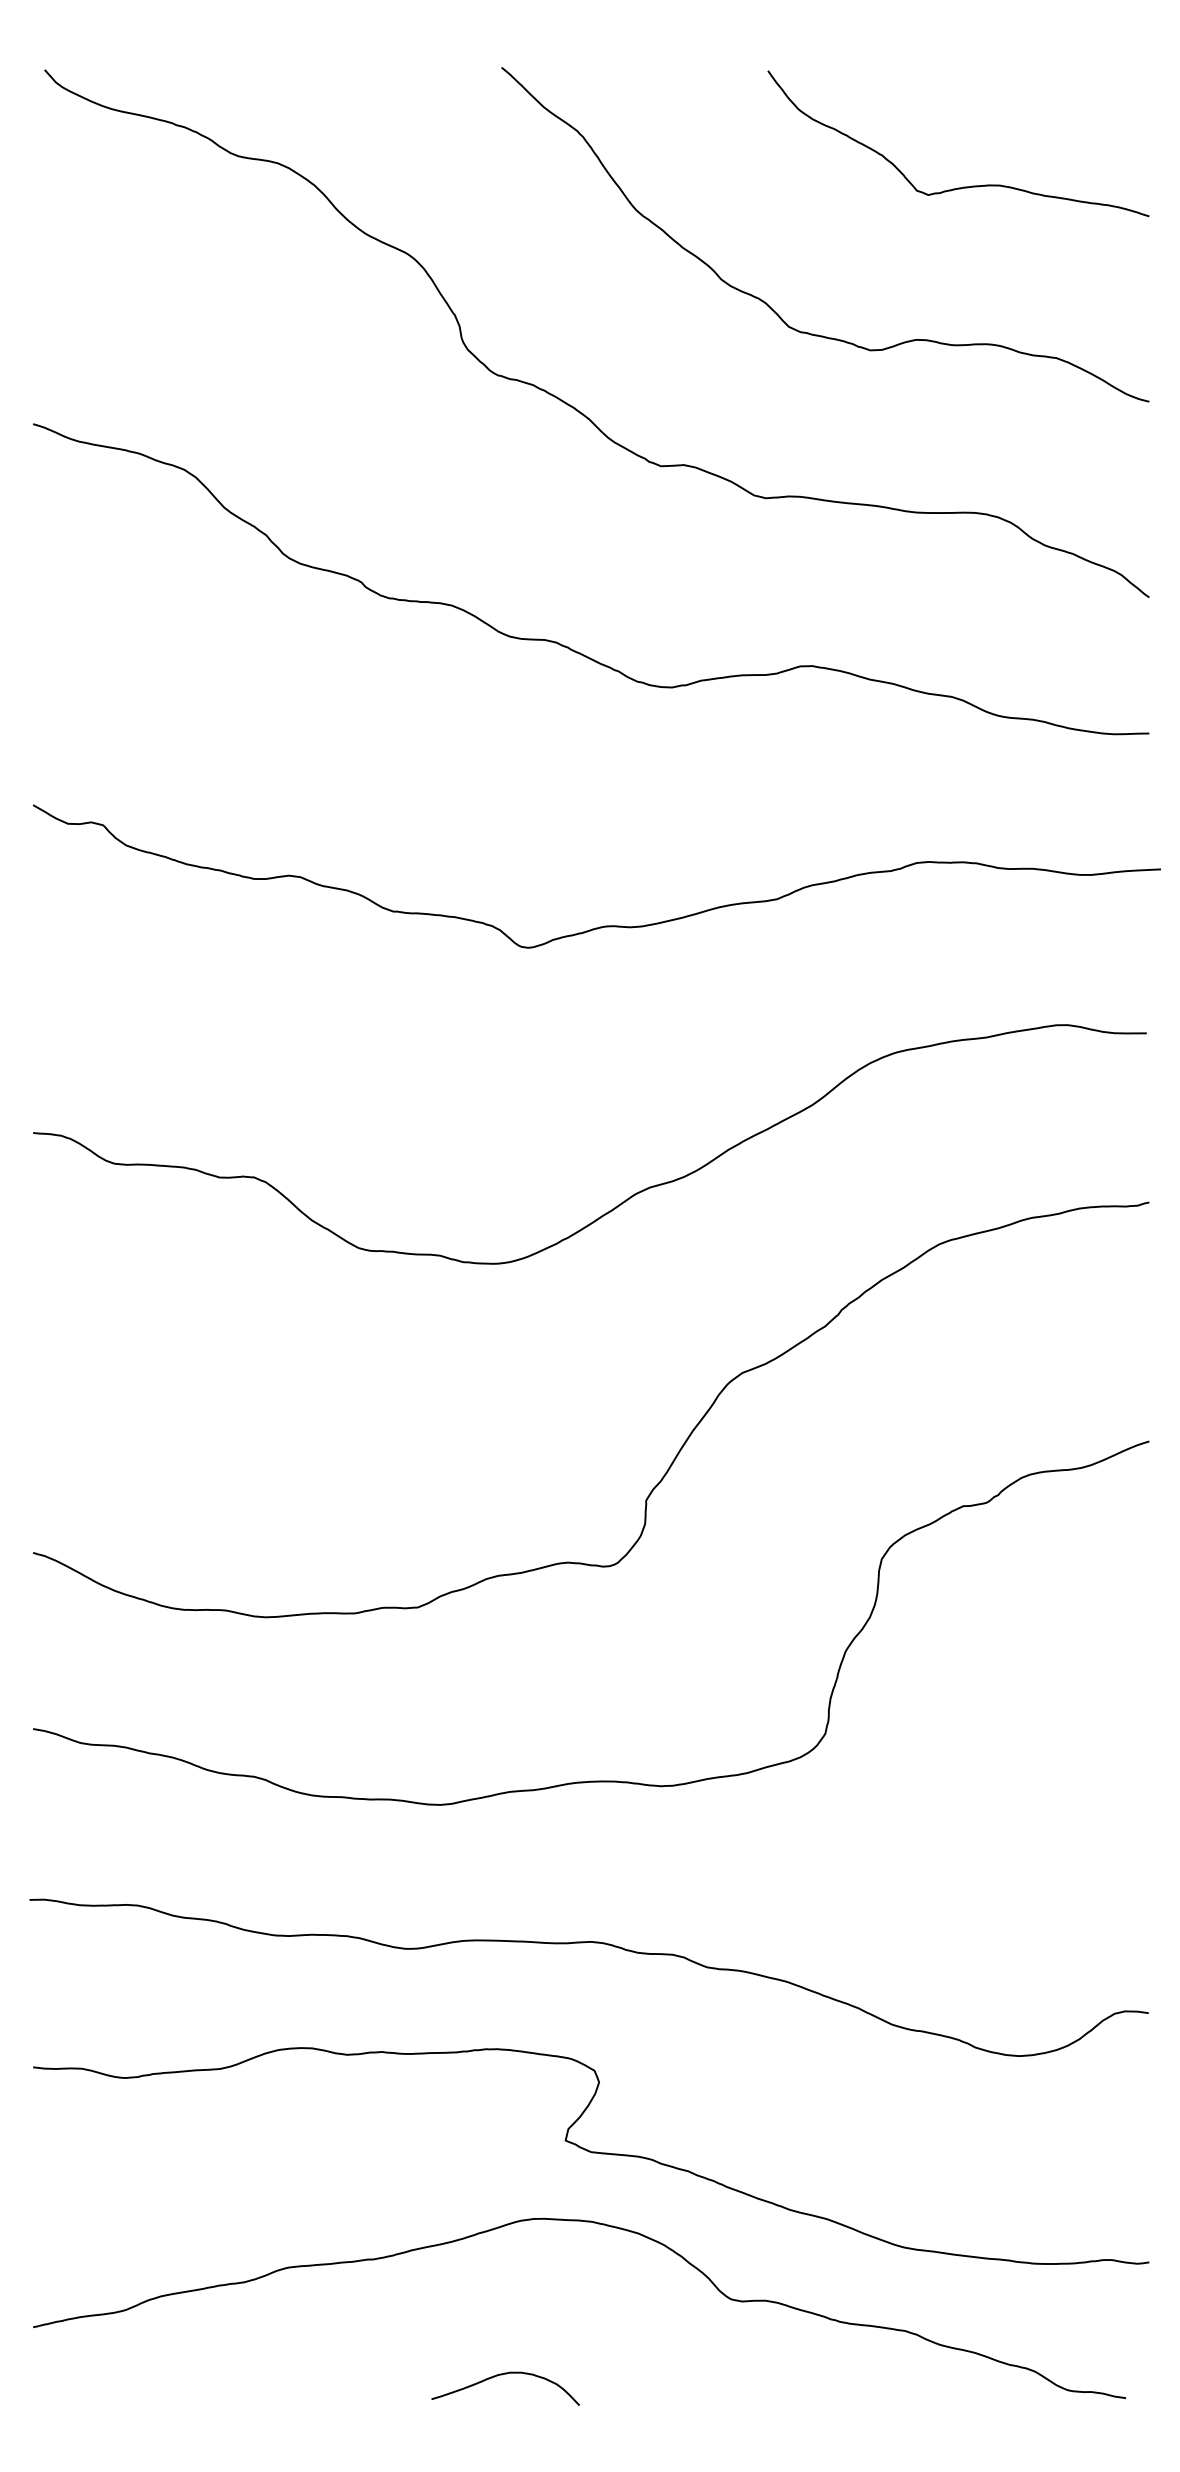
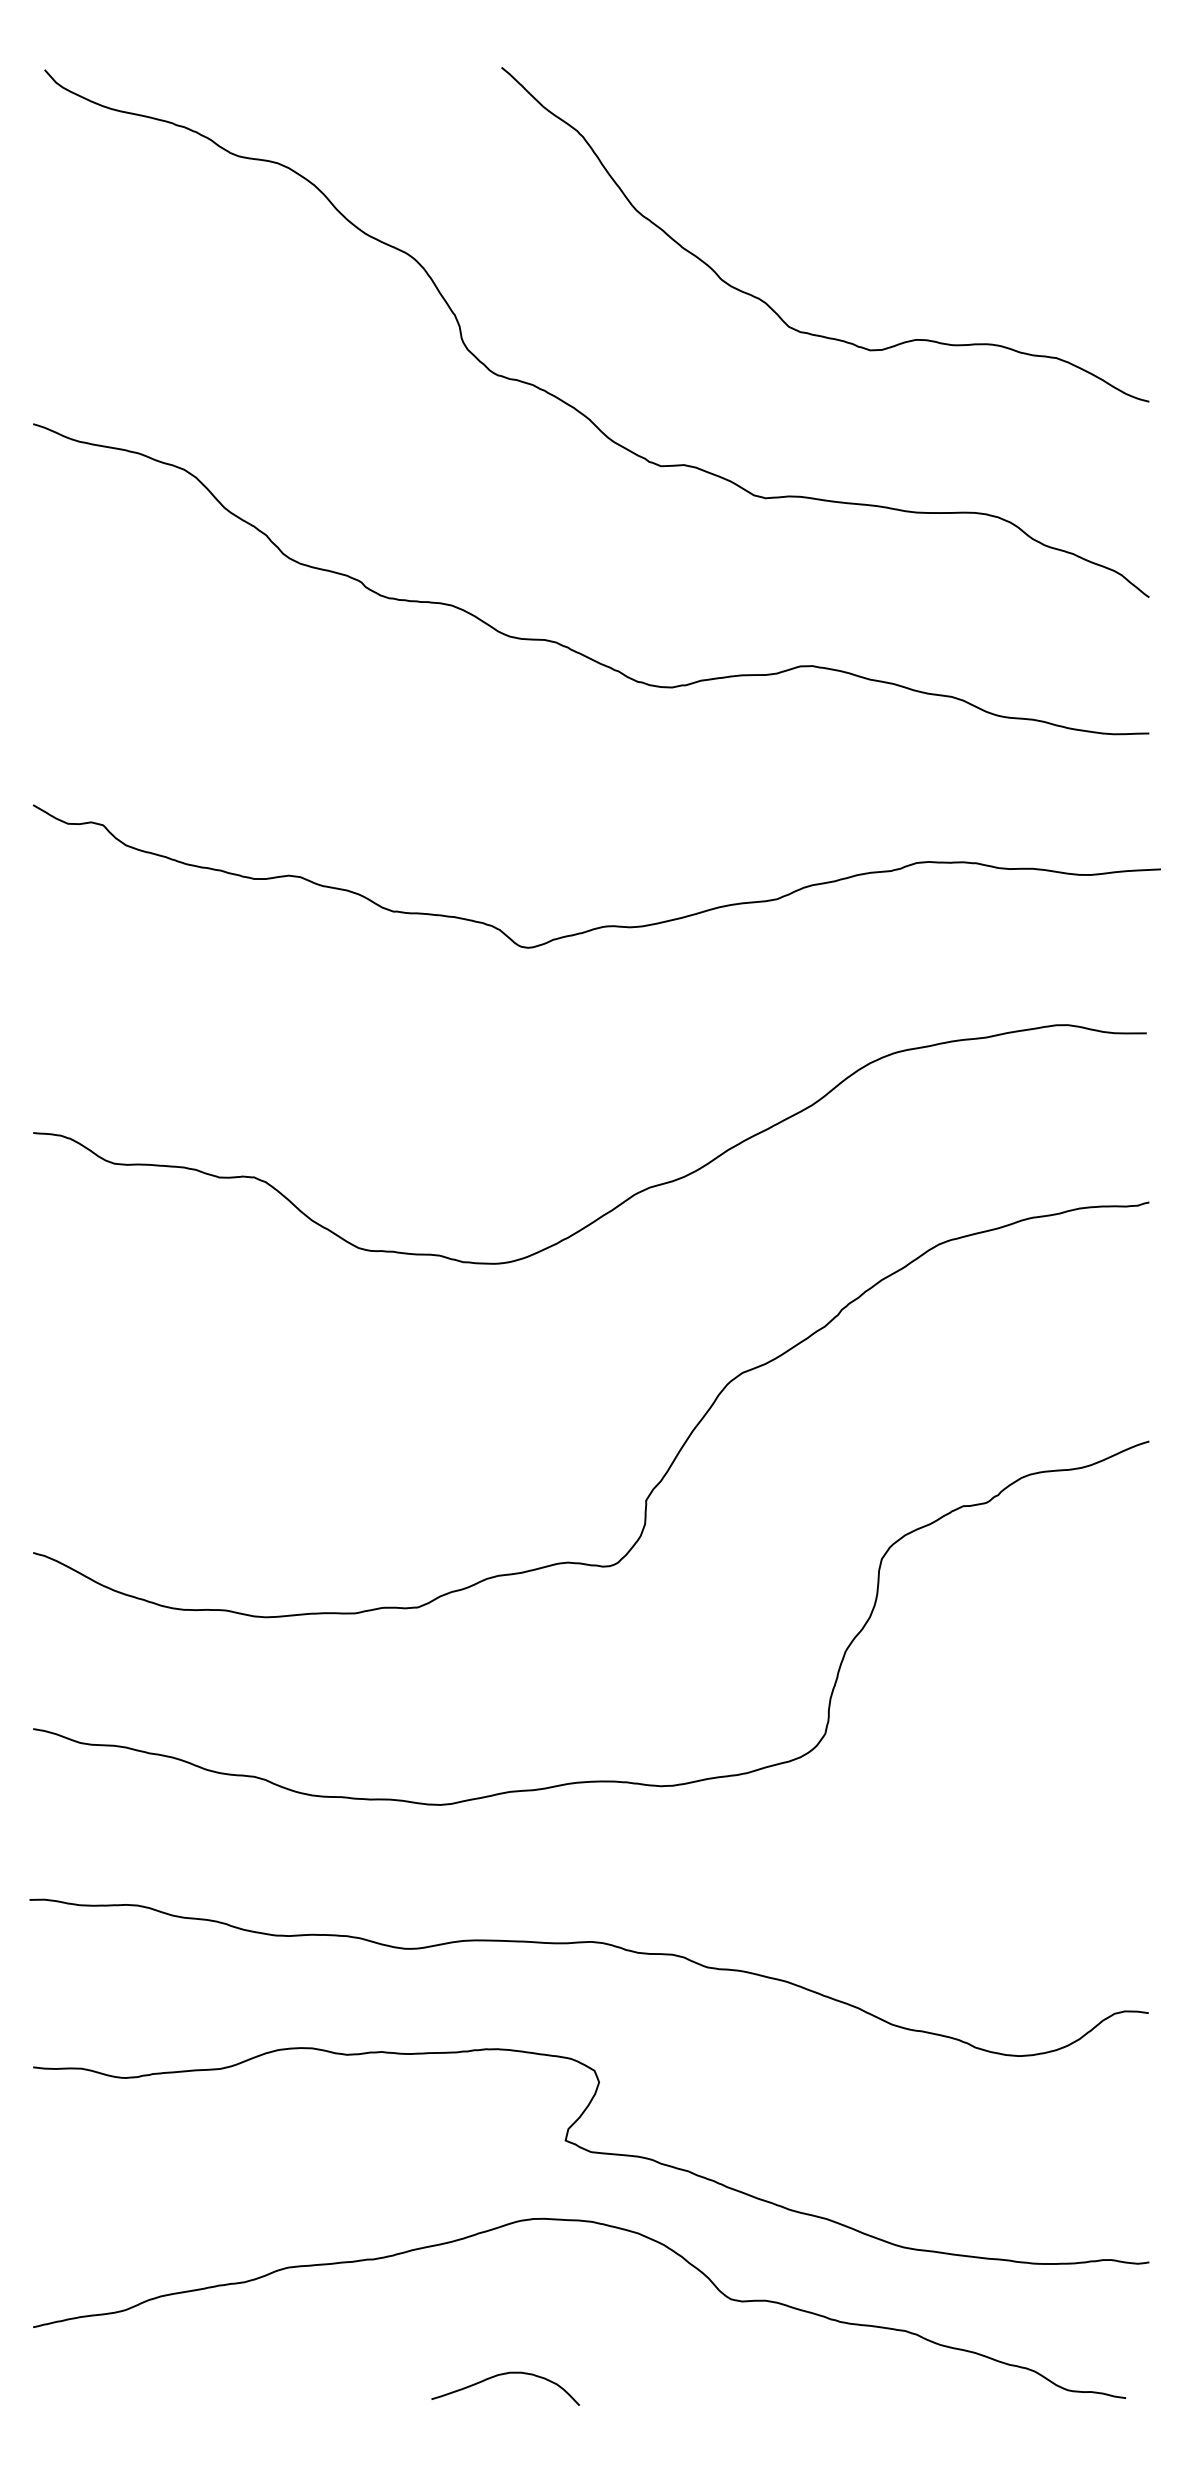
curve at (963, 186): present -> none
